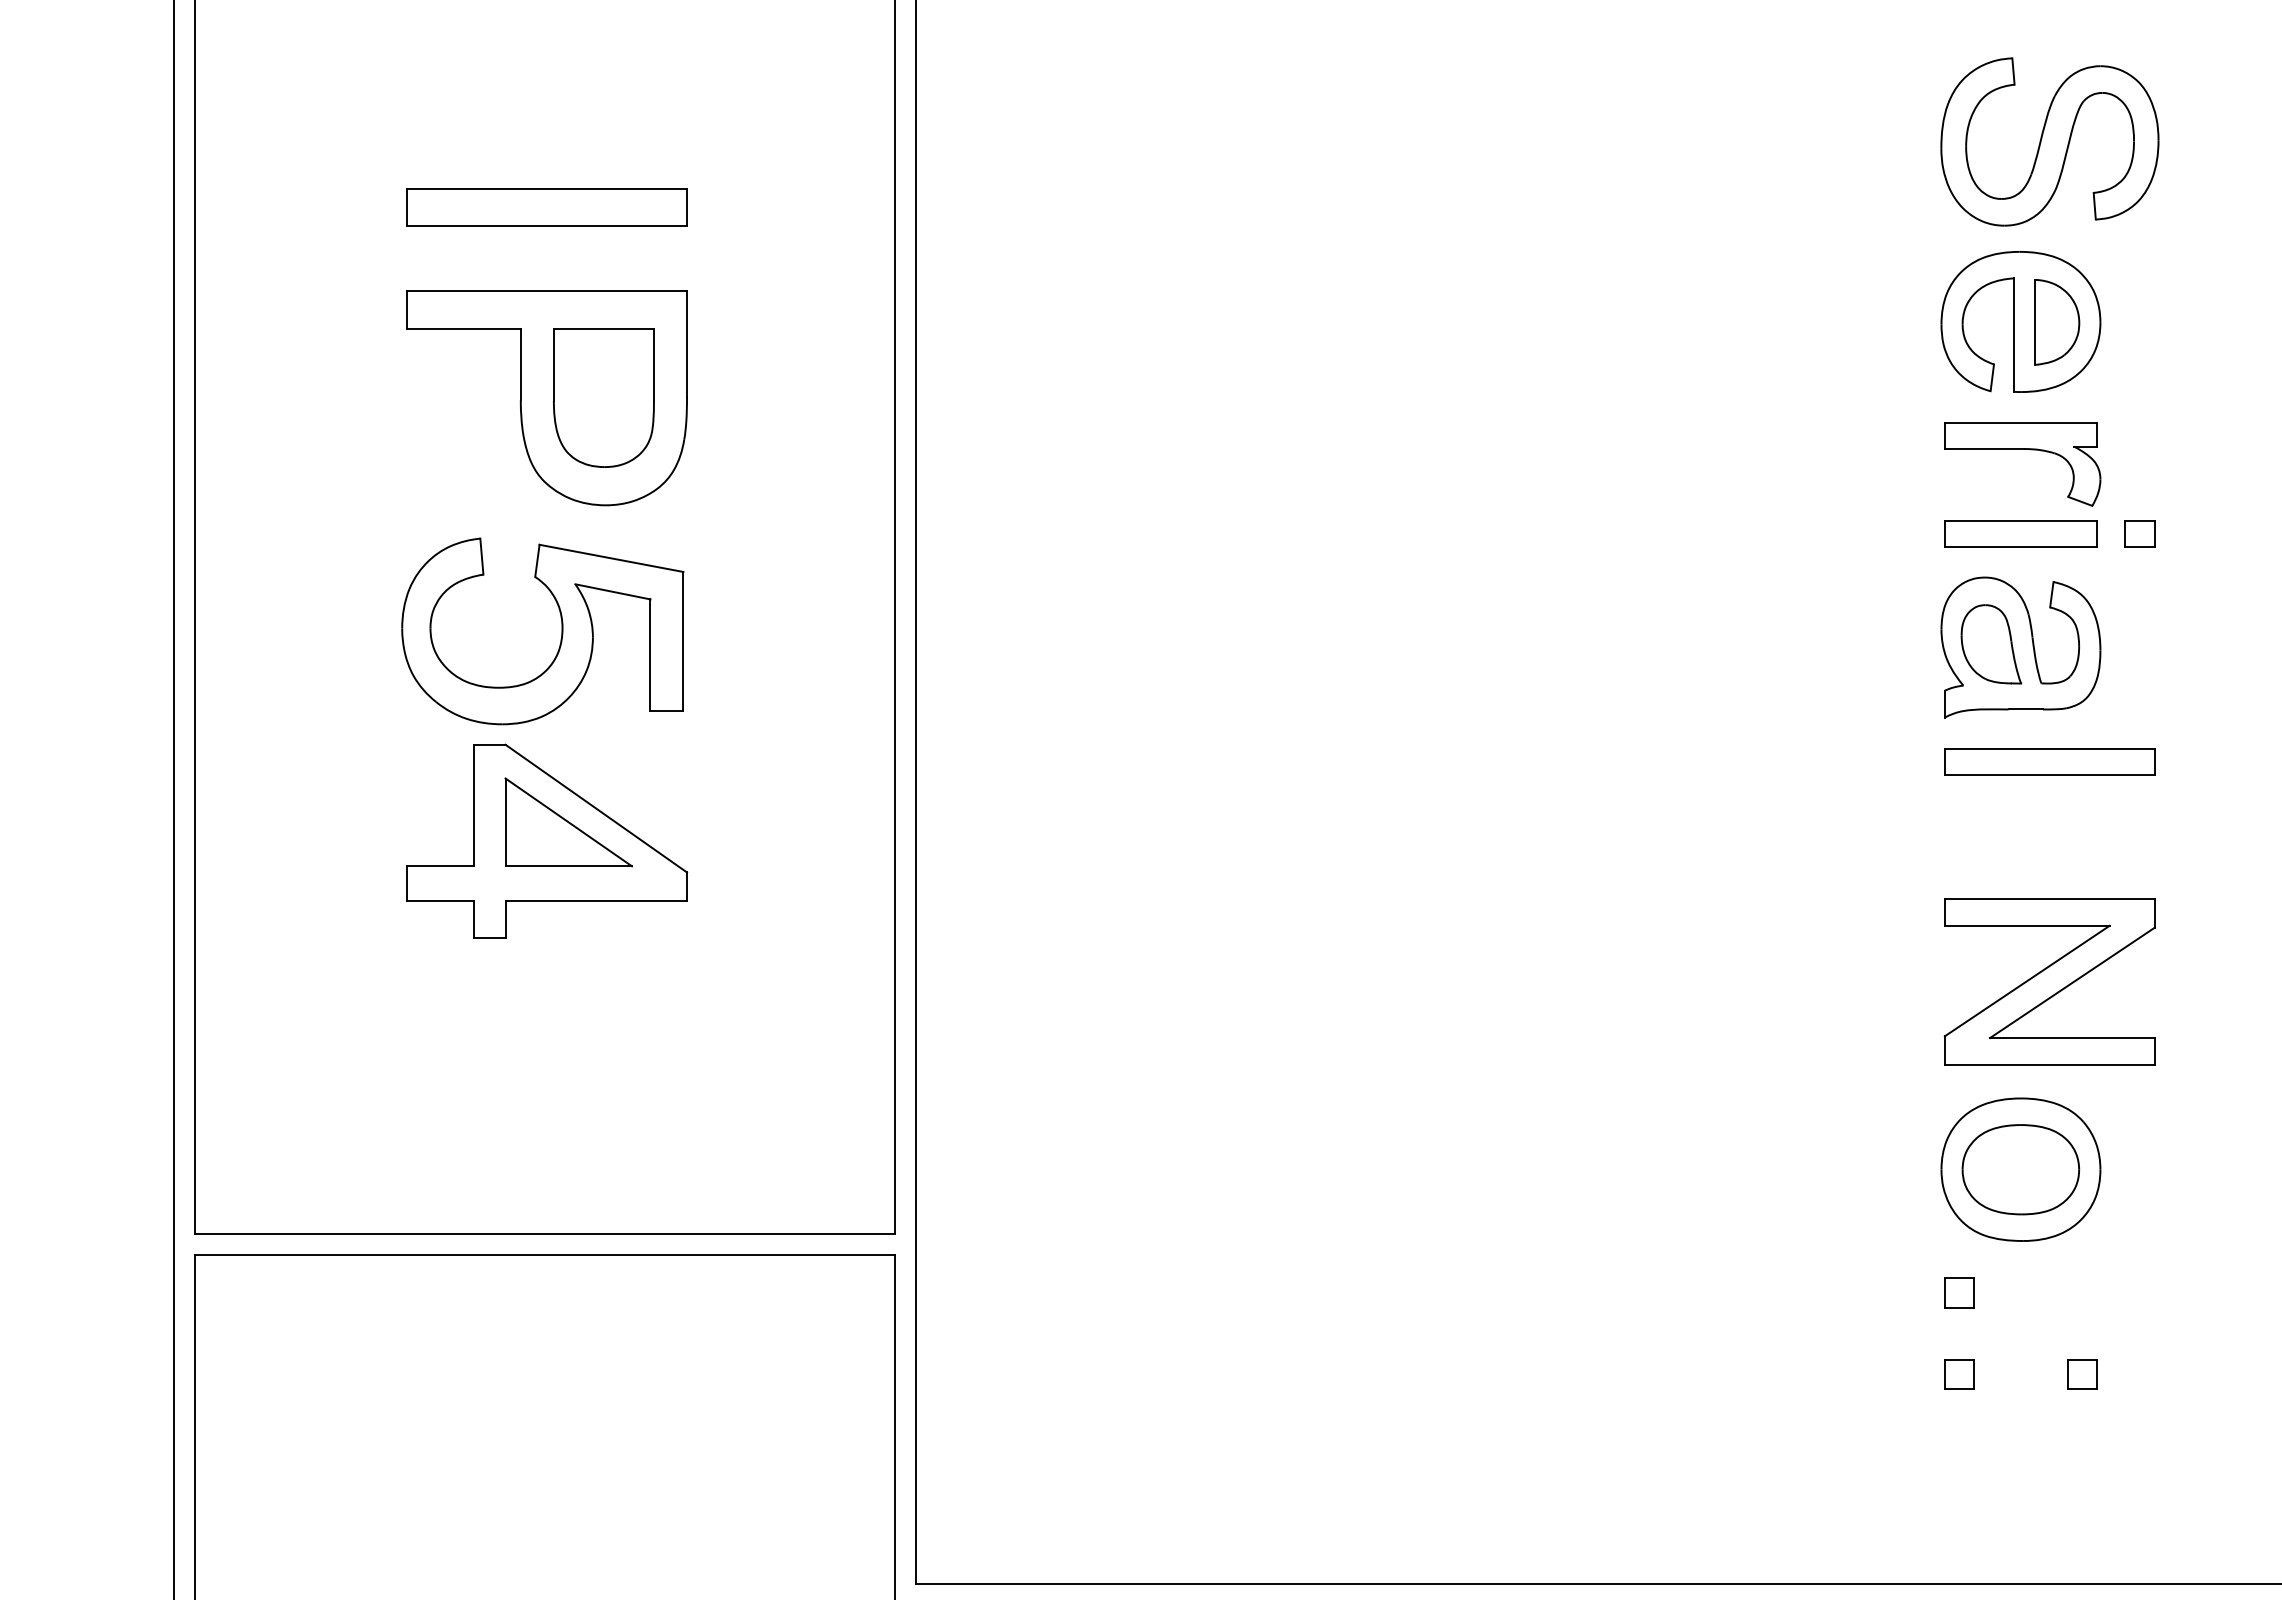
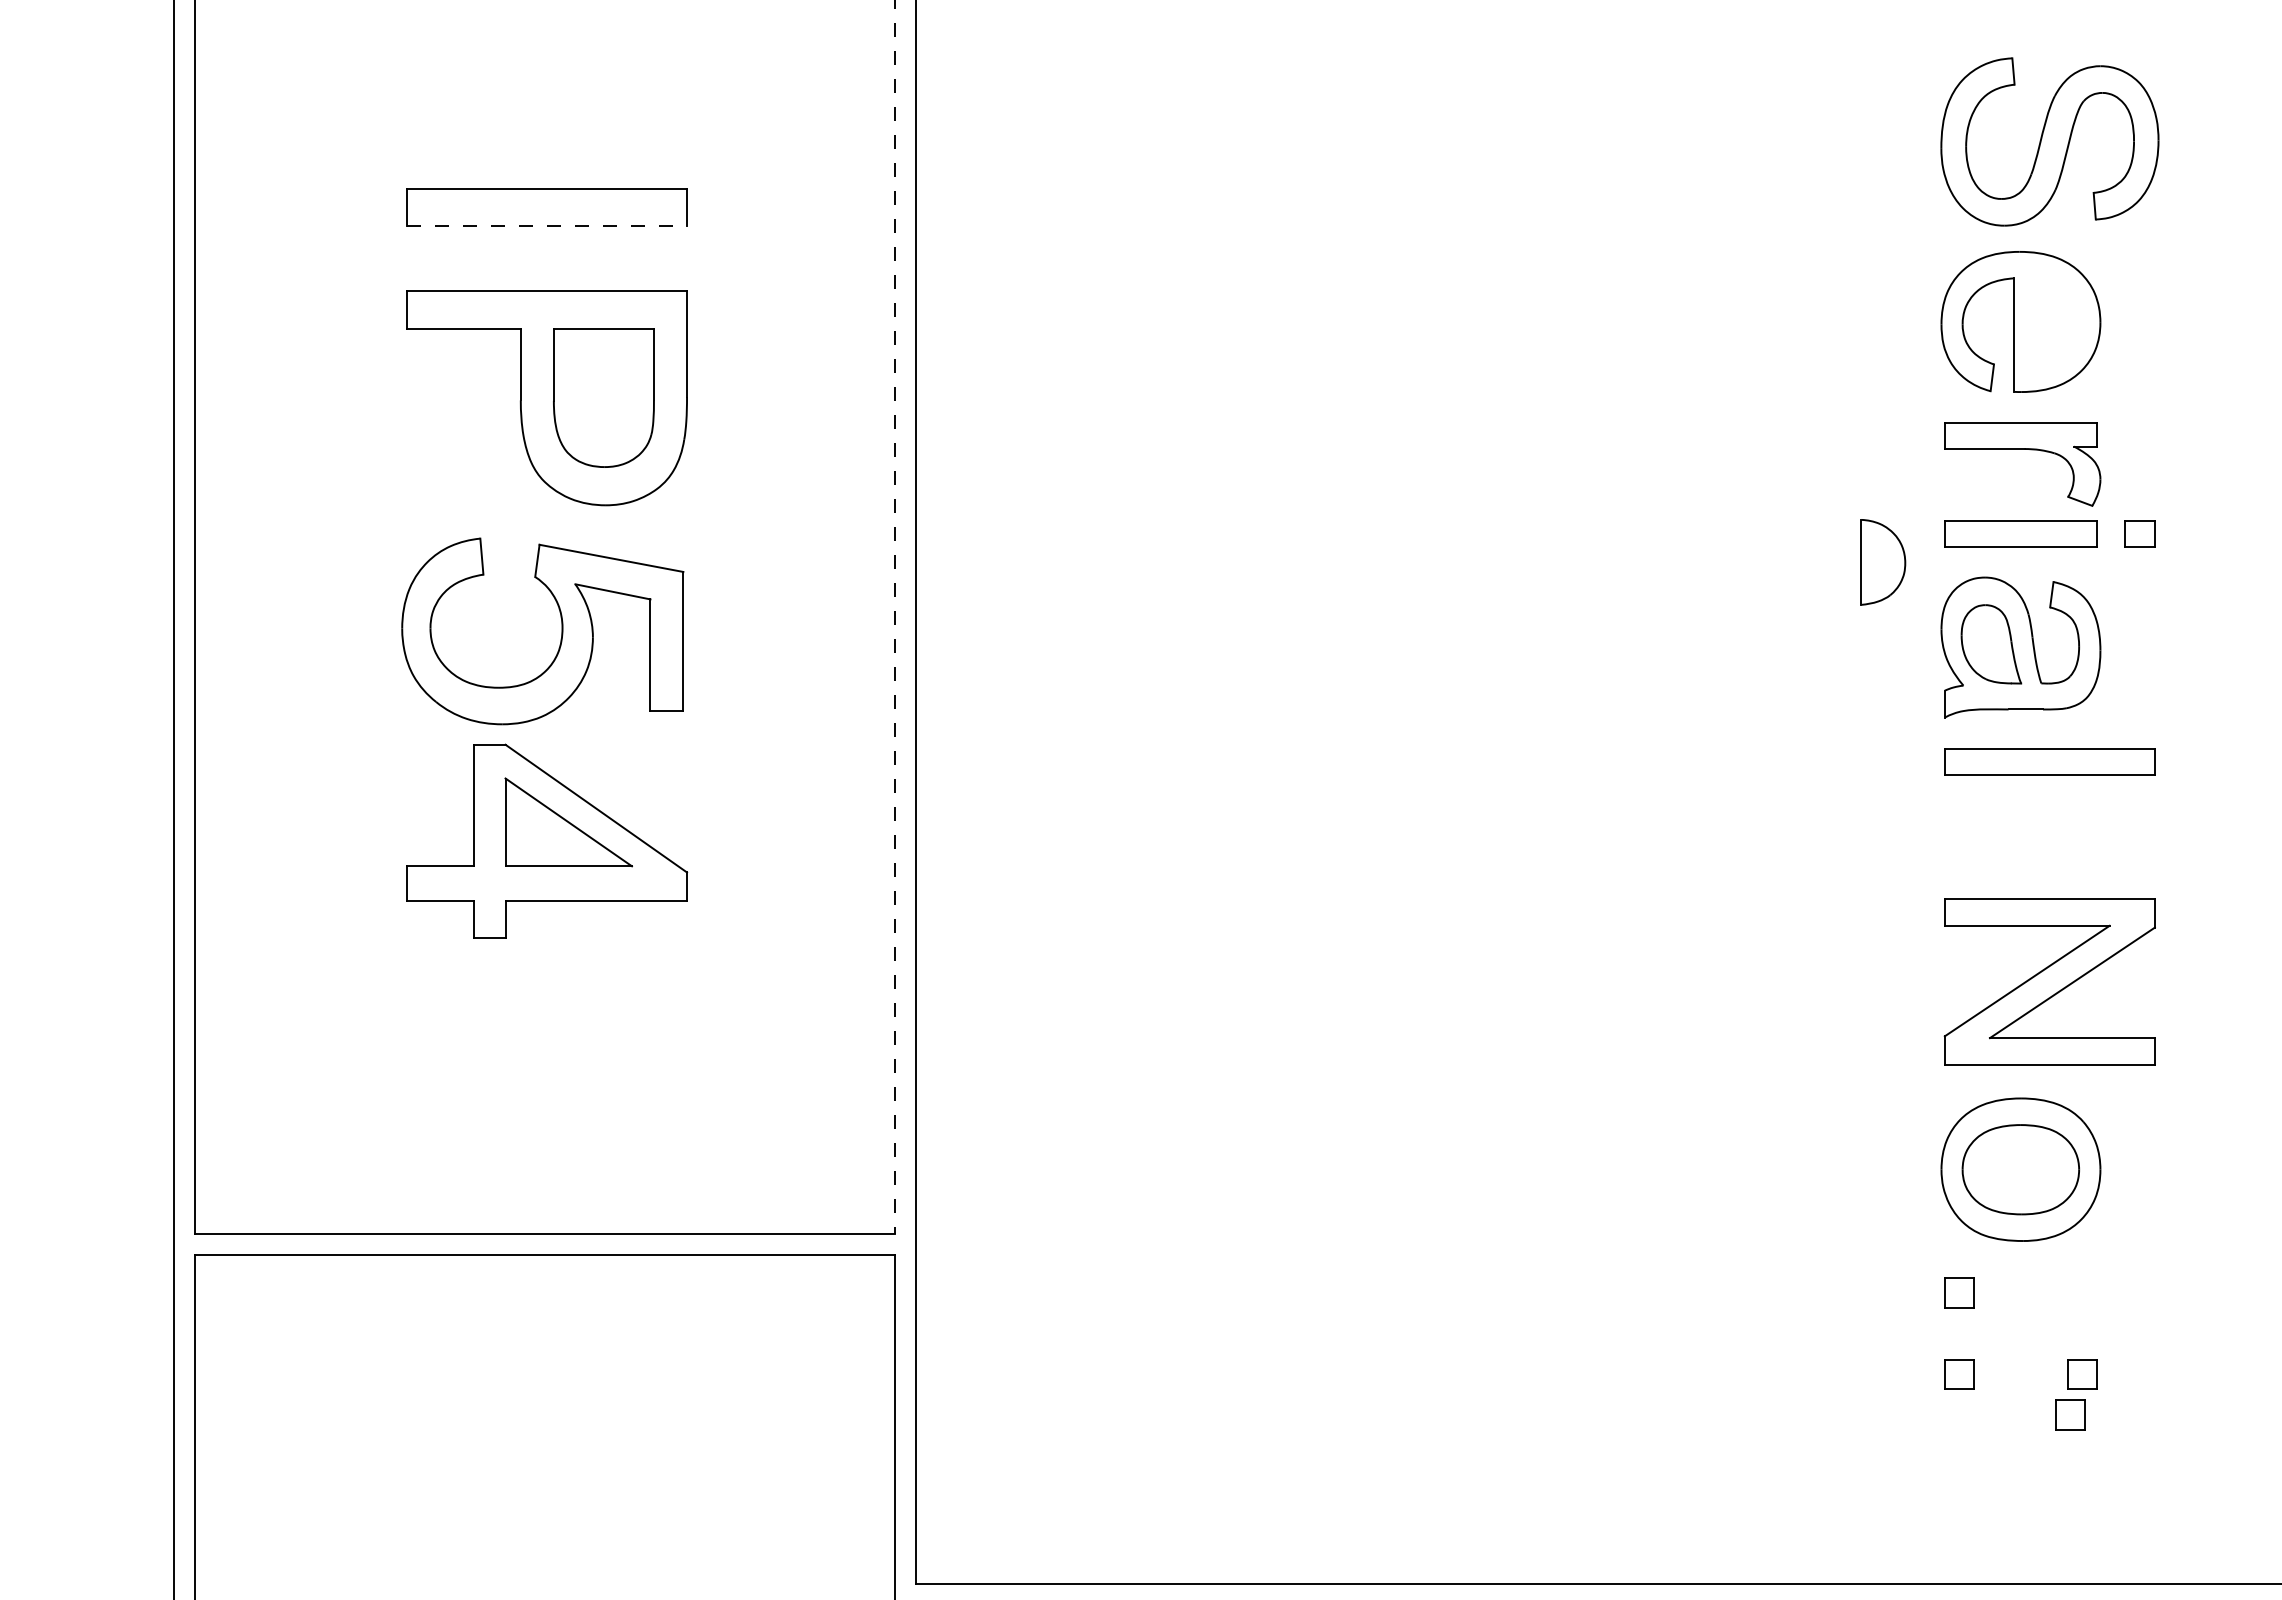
line at (547, 226): solid -> dashed
part at (2057, 322) position: (2057, 322) -> (1883, 562)
line at (894, 617): solid -> dashed
part at (2070, 1414): none -> present
